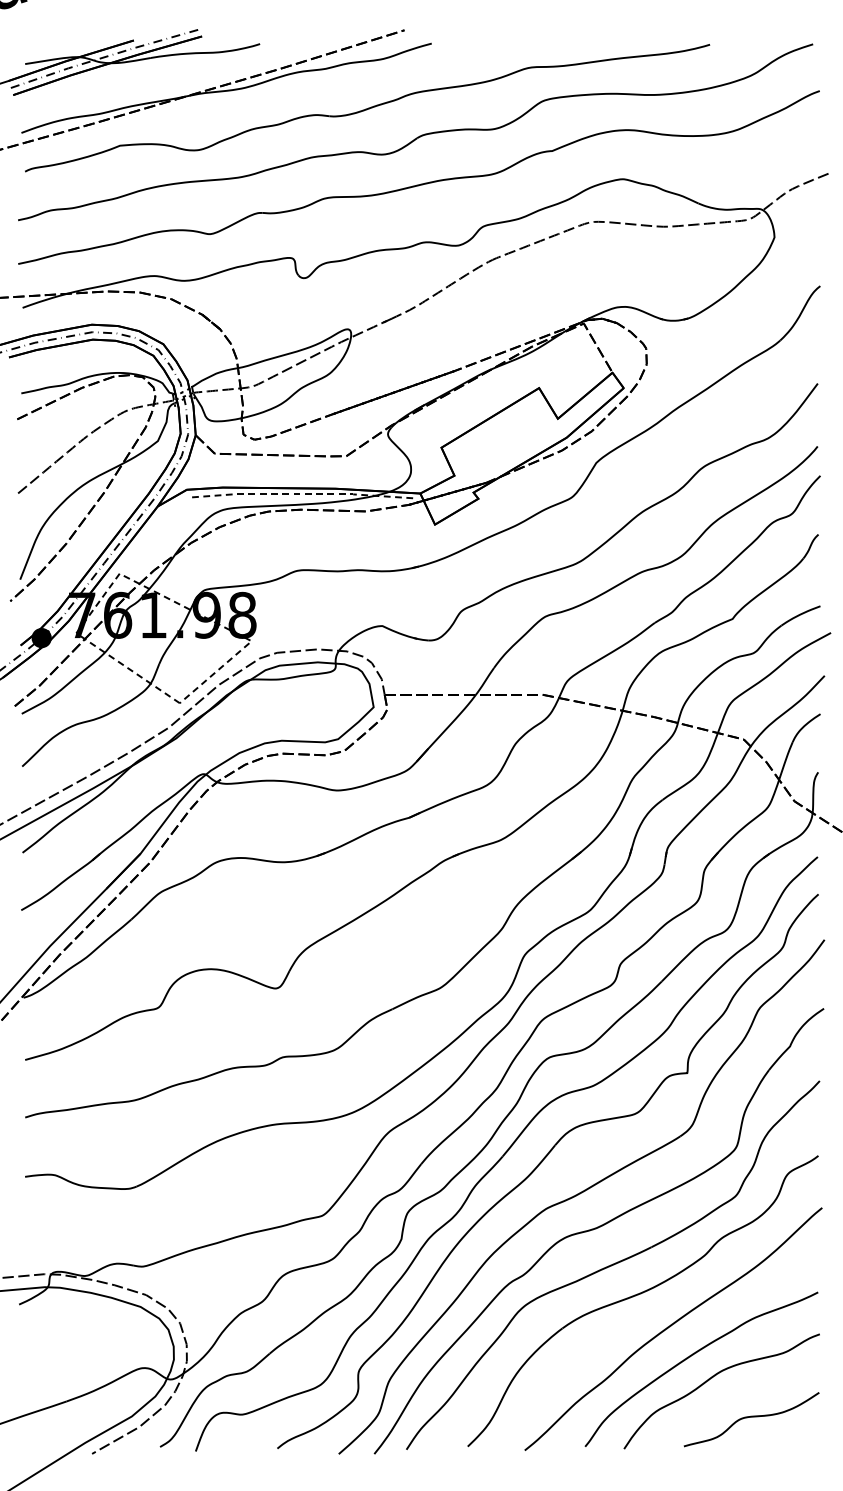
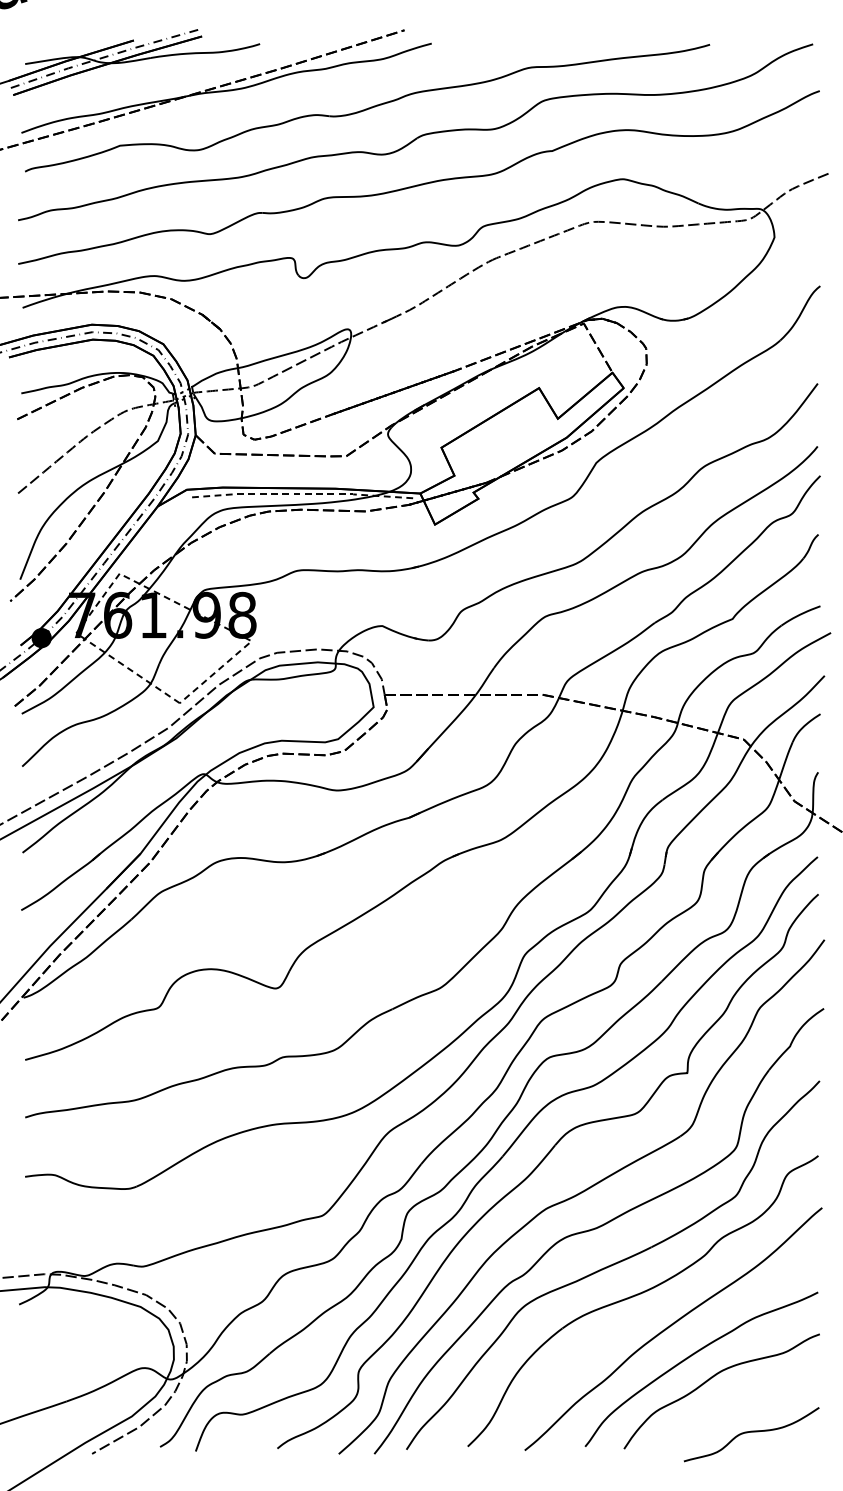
curve at (751, 1417) position: (751, 1417) -> (751, 1432)
